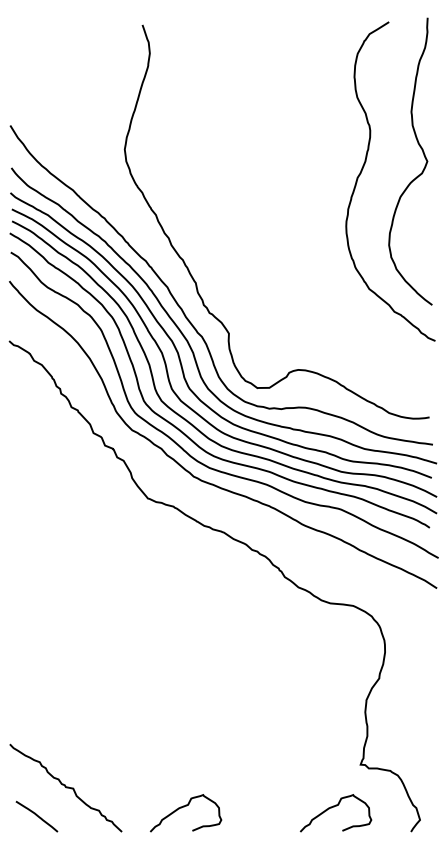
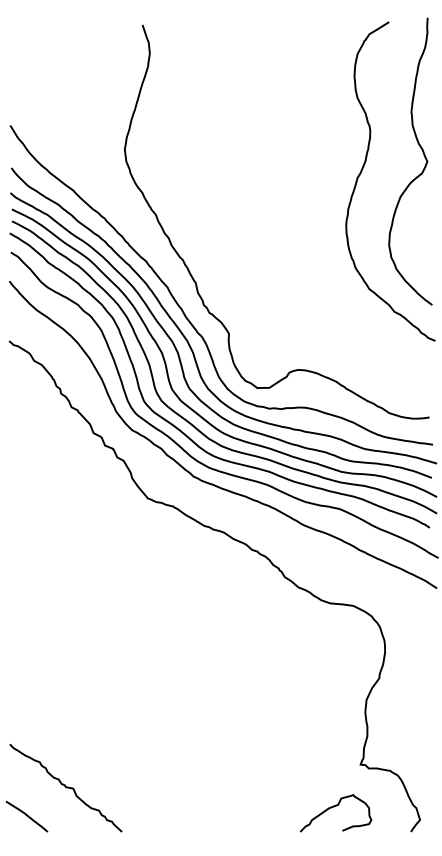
curve at (184, 807): present -> none
curve at (36, 816) position: (36, 816) -> (26, 816)
